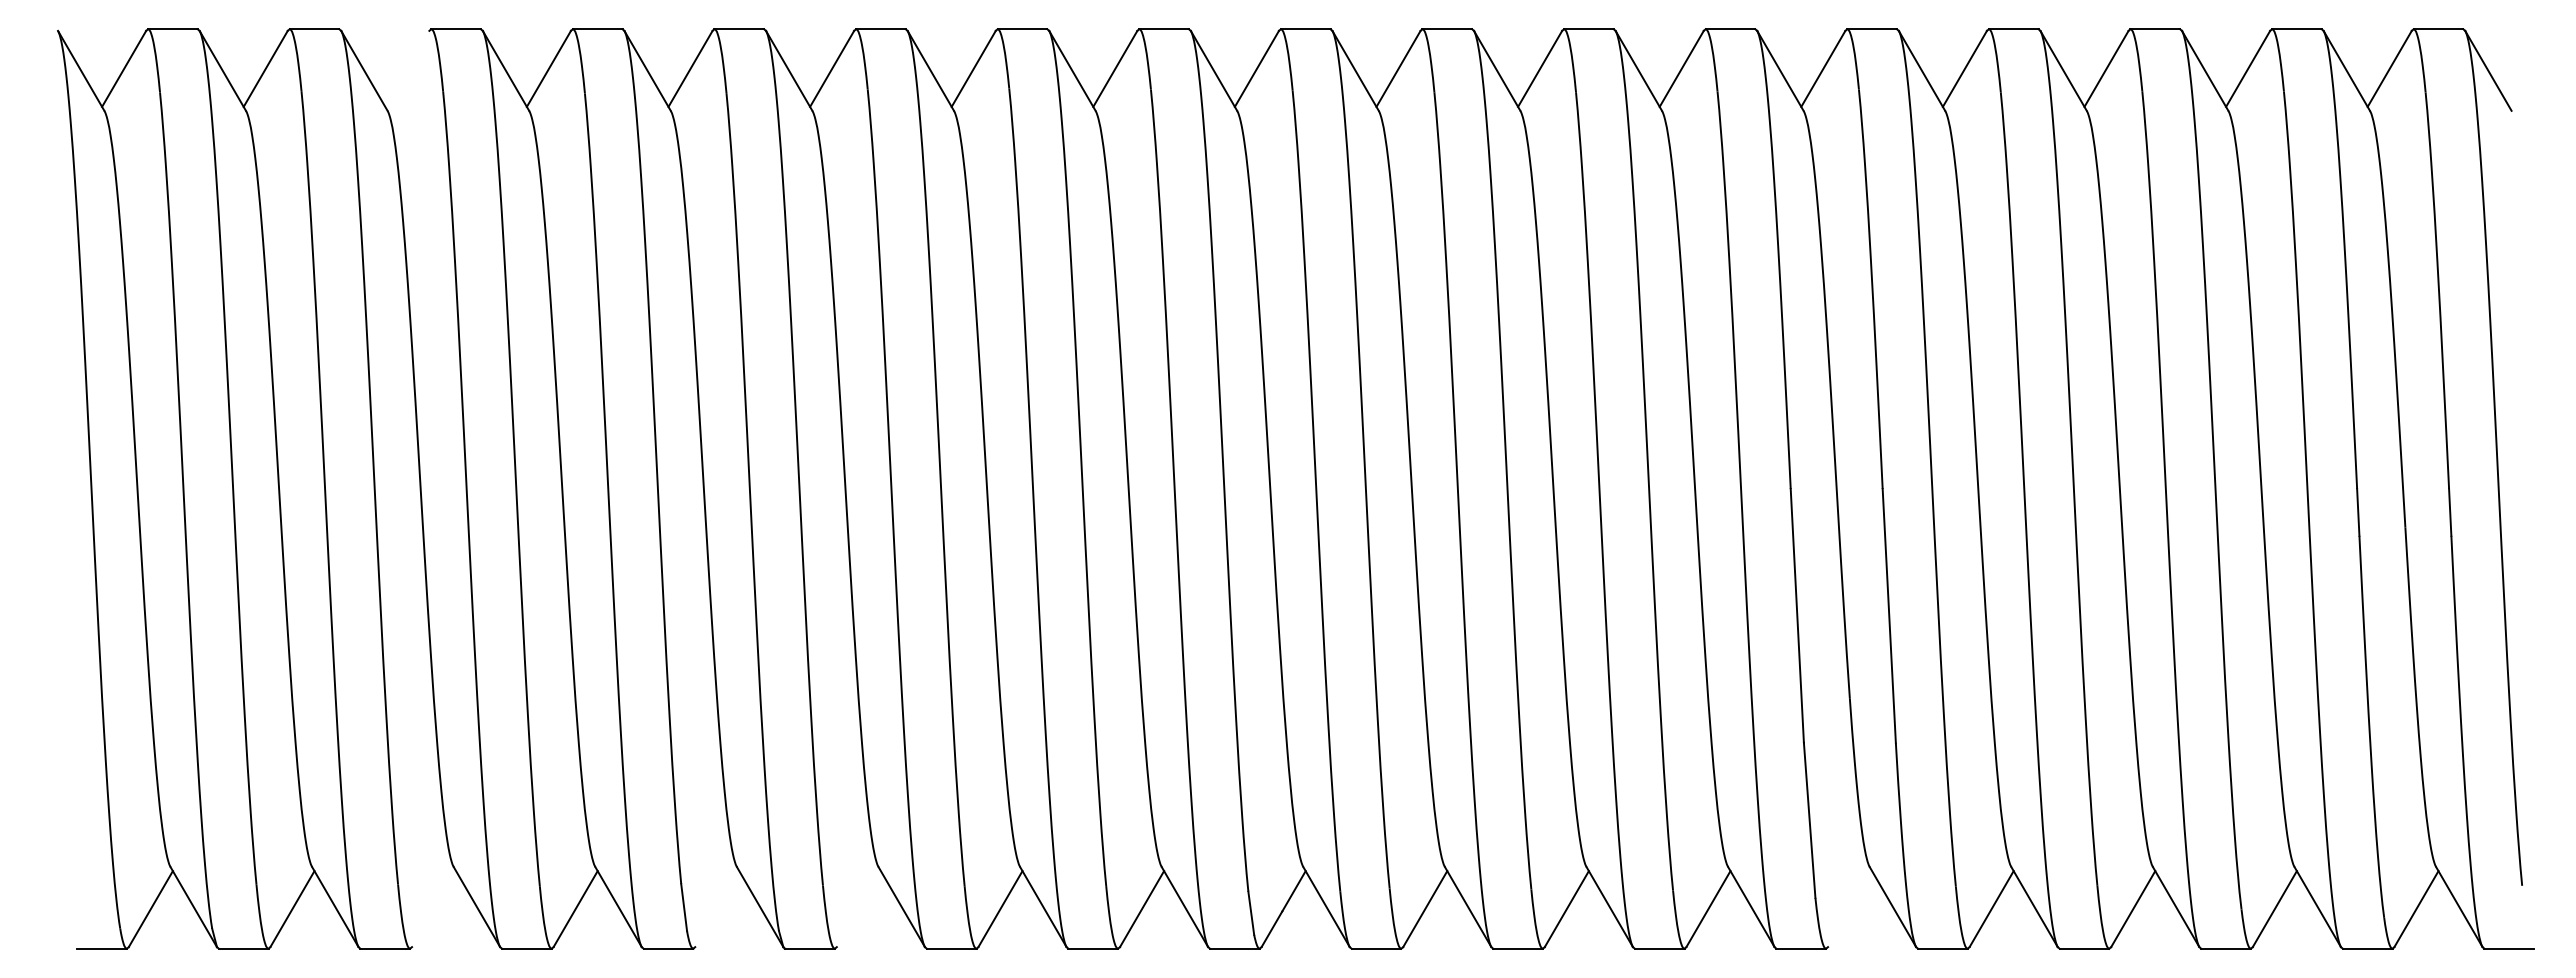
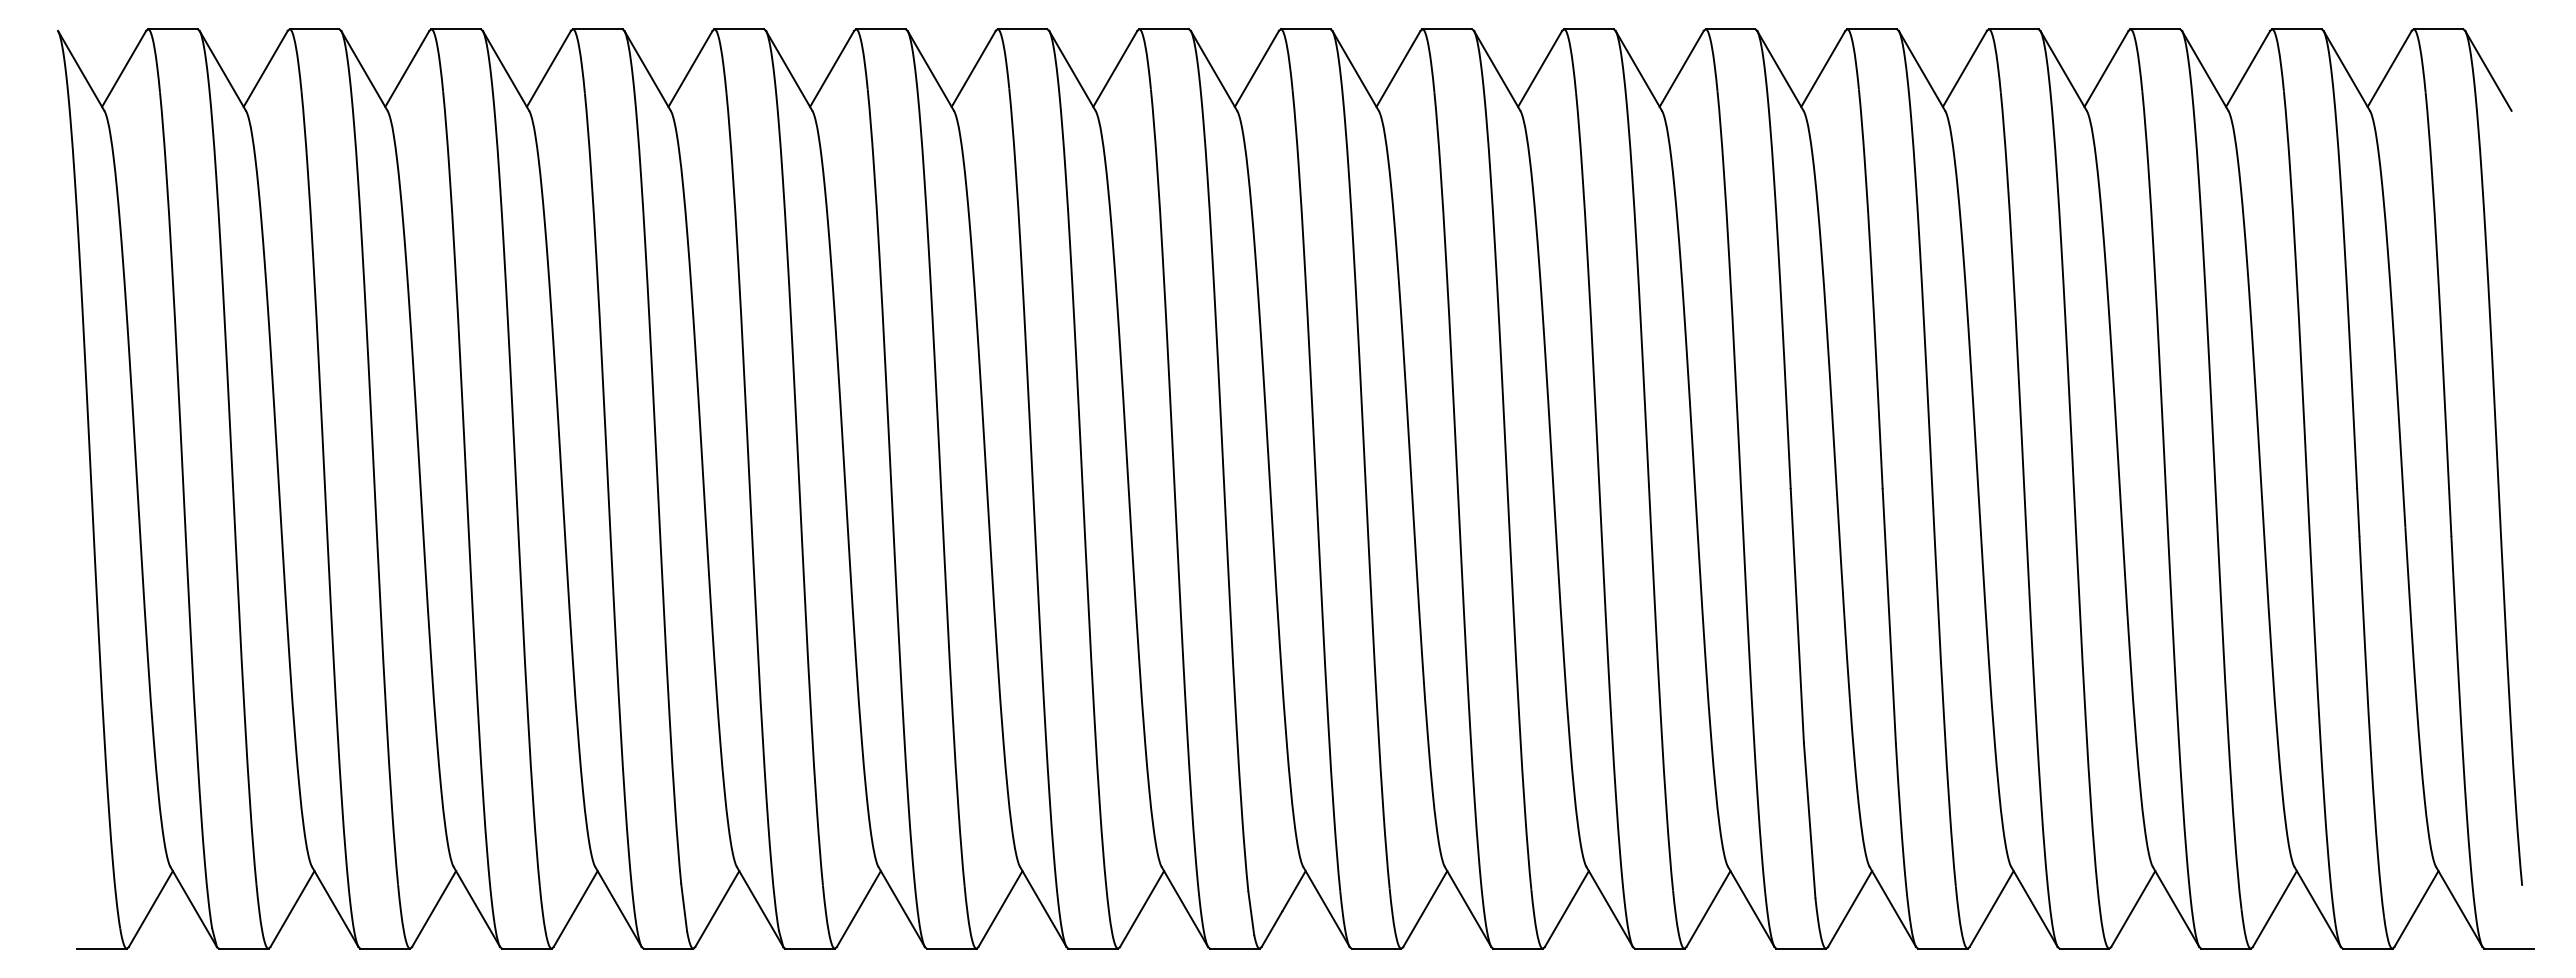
line at (407, 68): none -> present
line at (434, 909): none -> present
line at (717, 909): none -> present
line at (858, 909): none -> present
line at (1850, 909): none -> present
